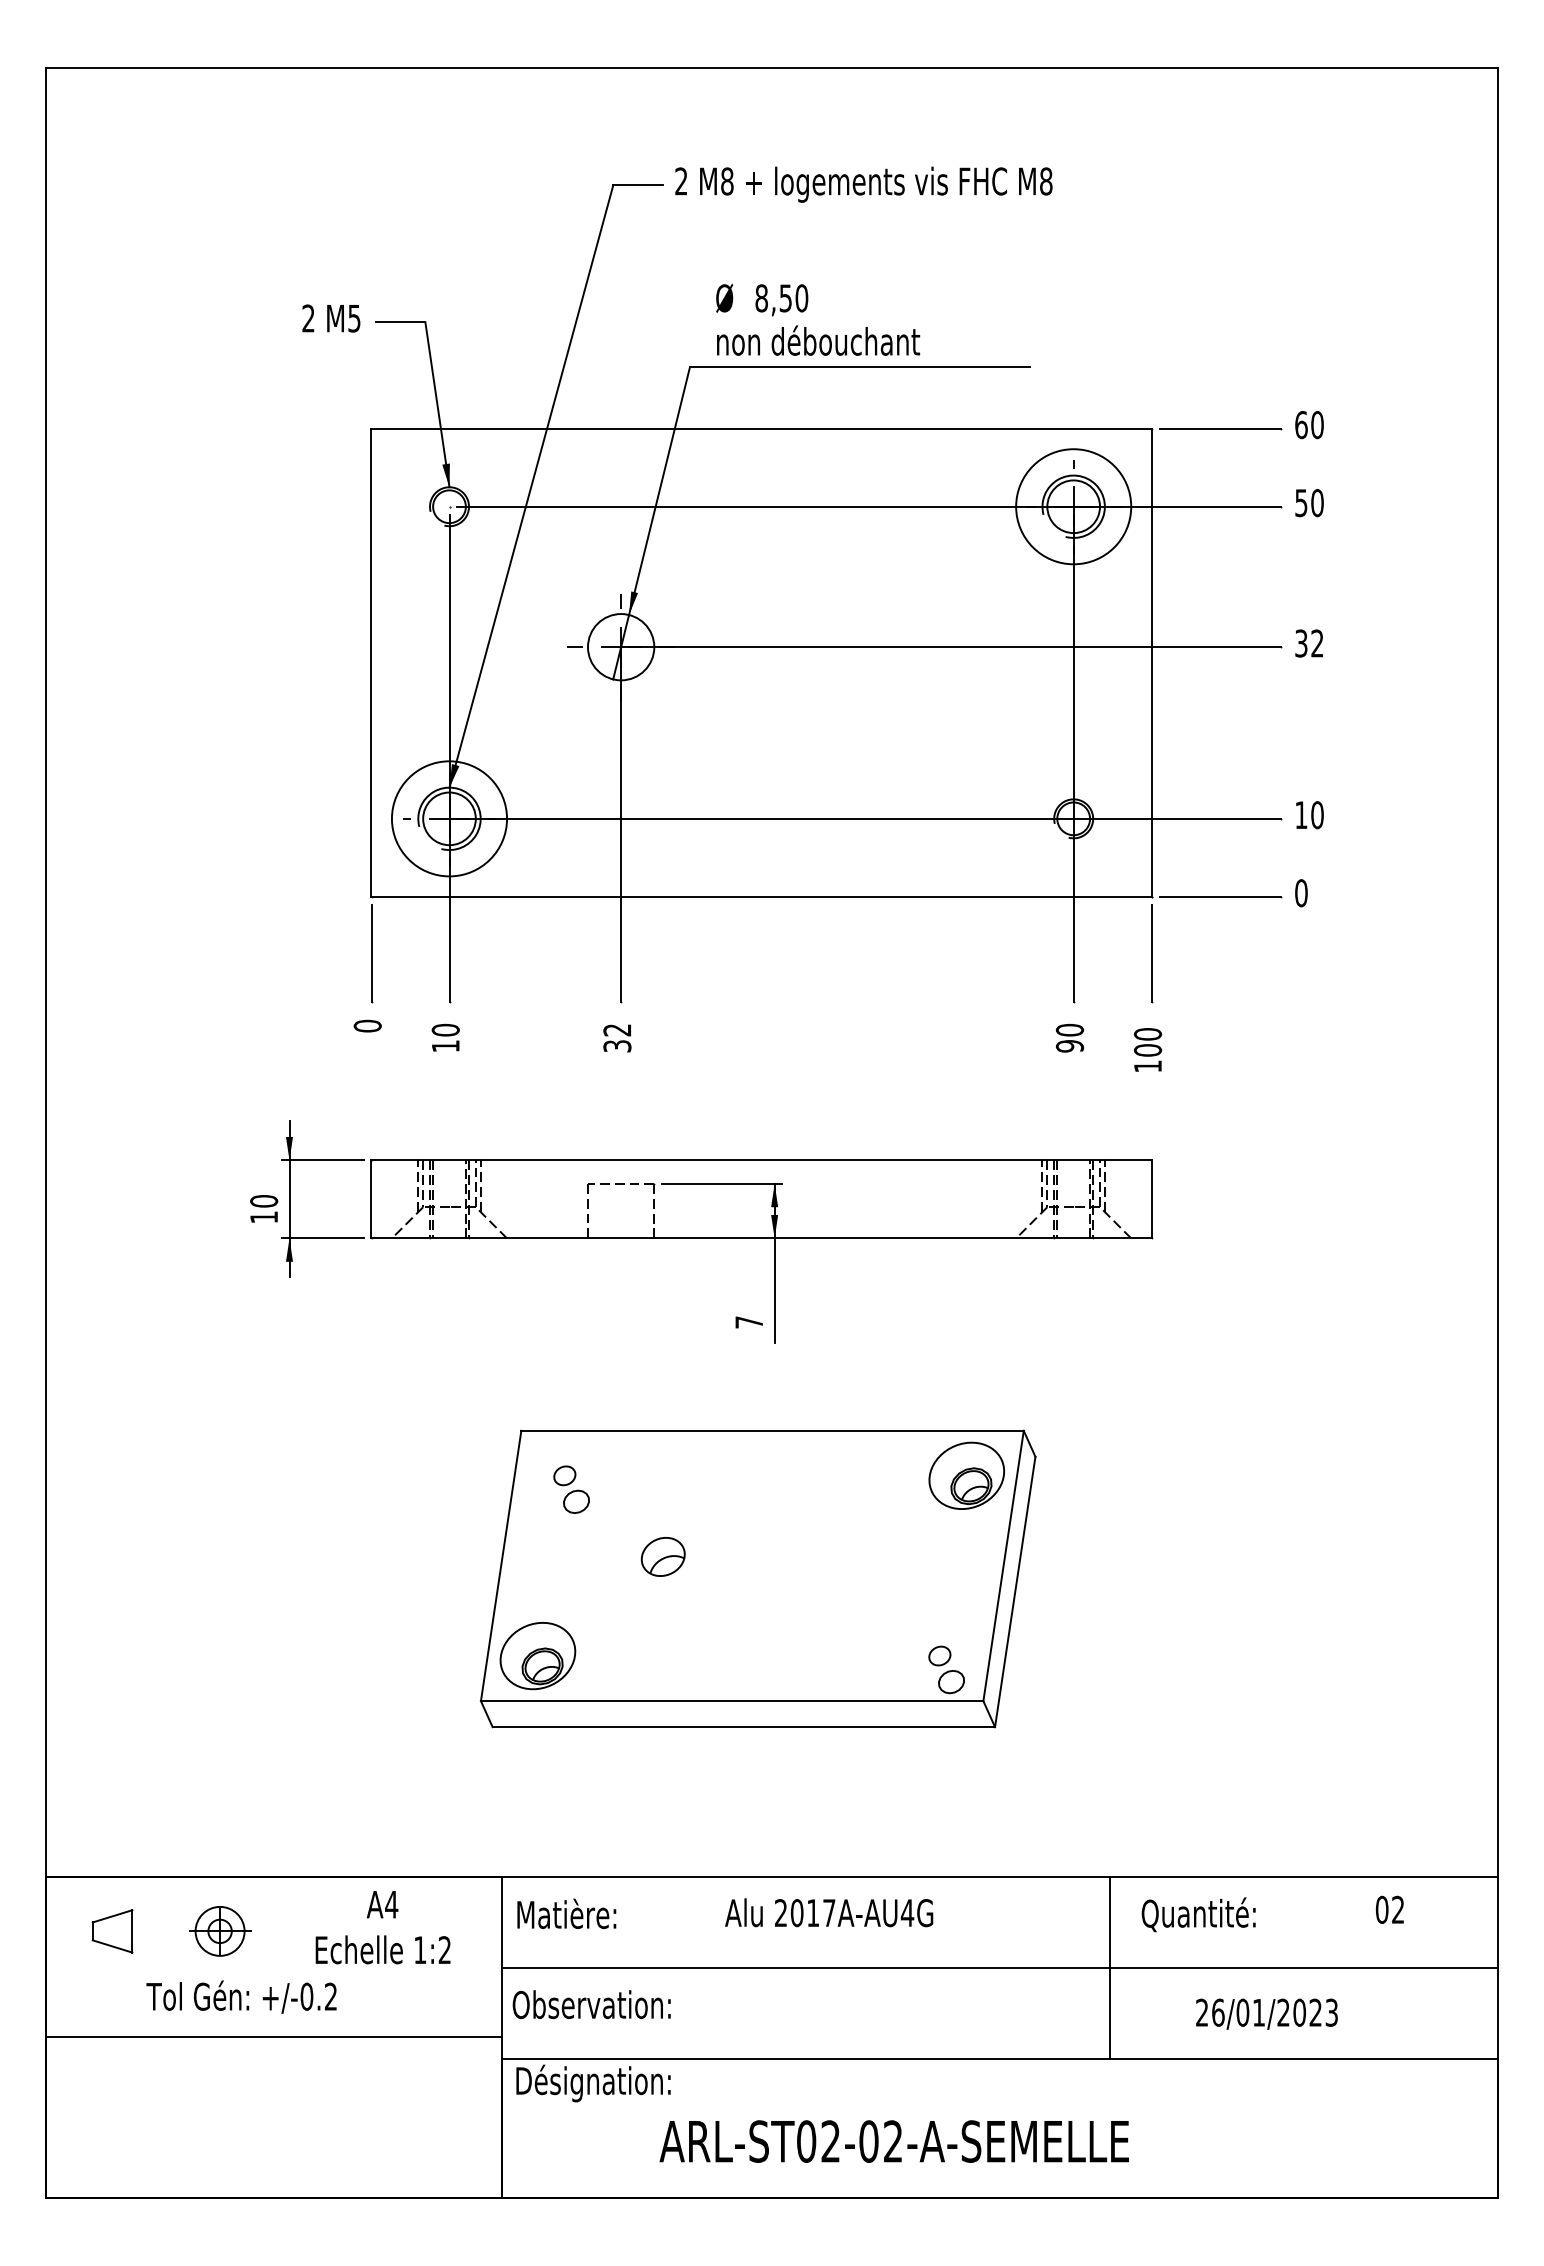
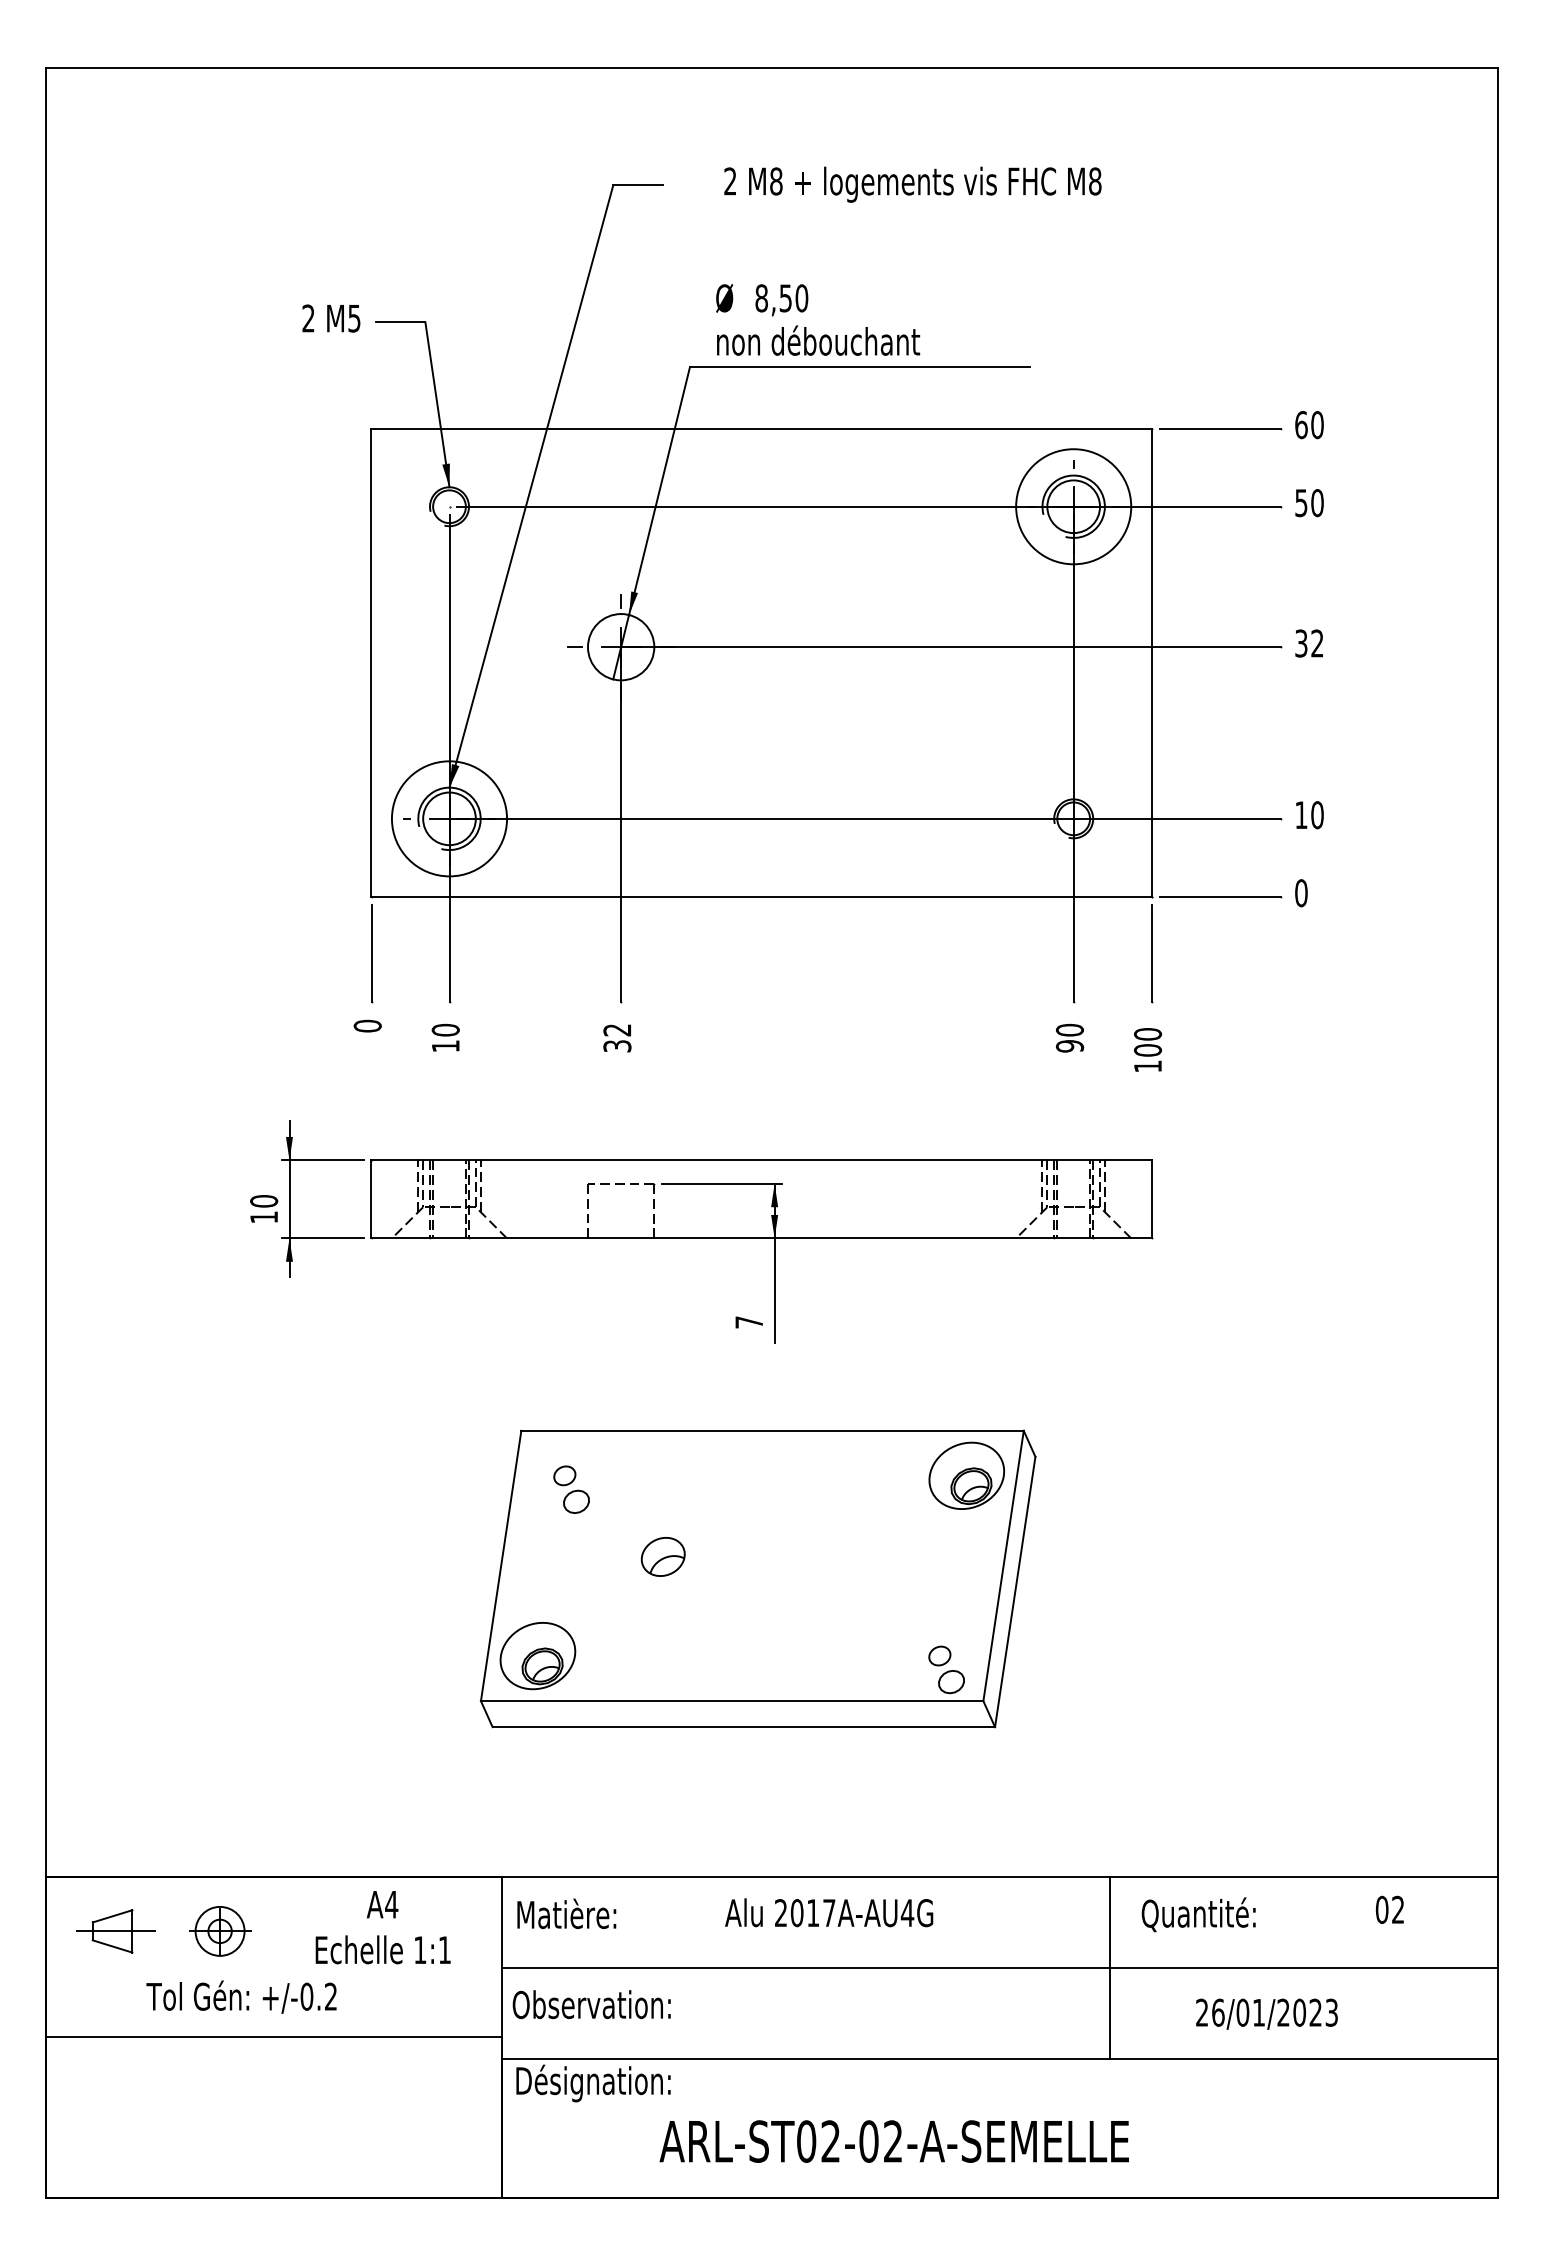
text at (863, 184) position: (863, 184) -> (912, 184)
line at (115, 1931): none -> present
text at (444, 1949): 1:2 -> 1:1
